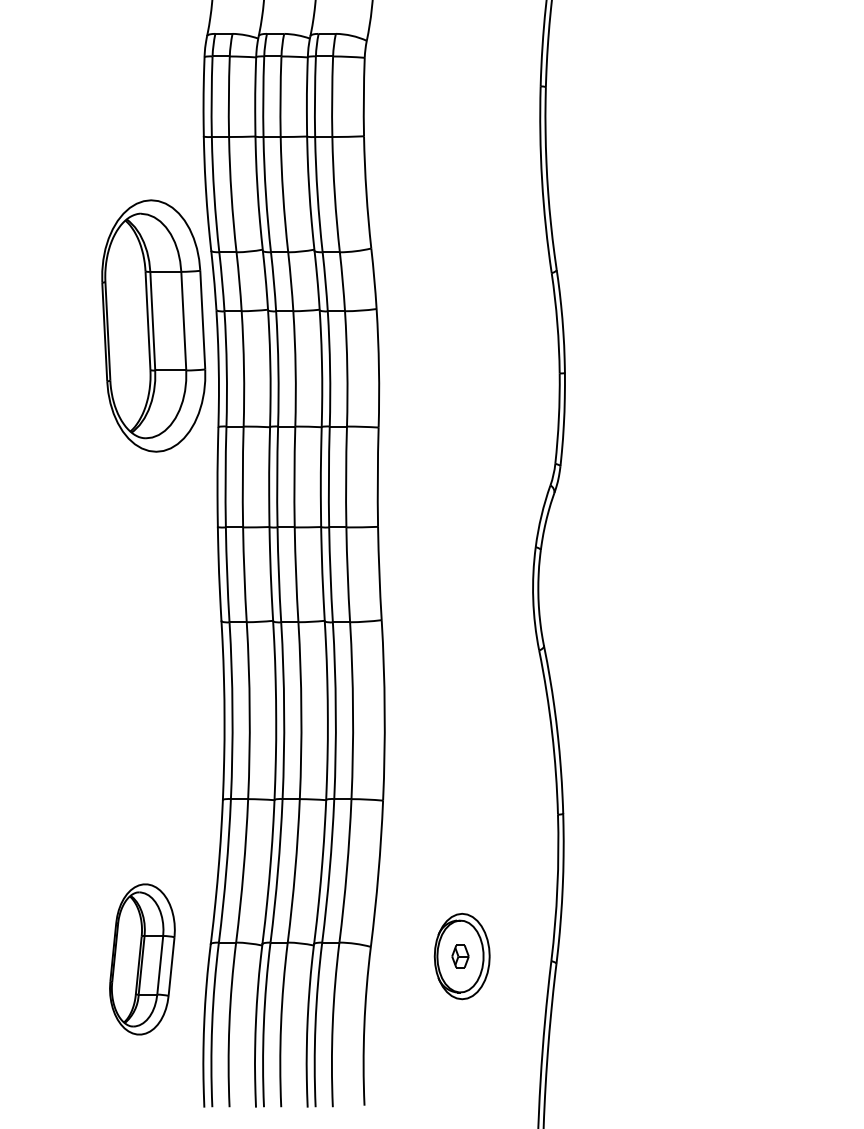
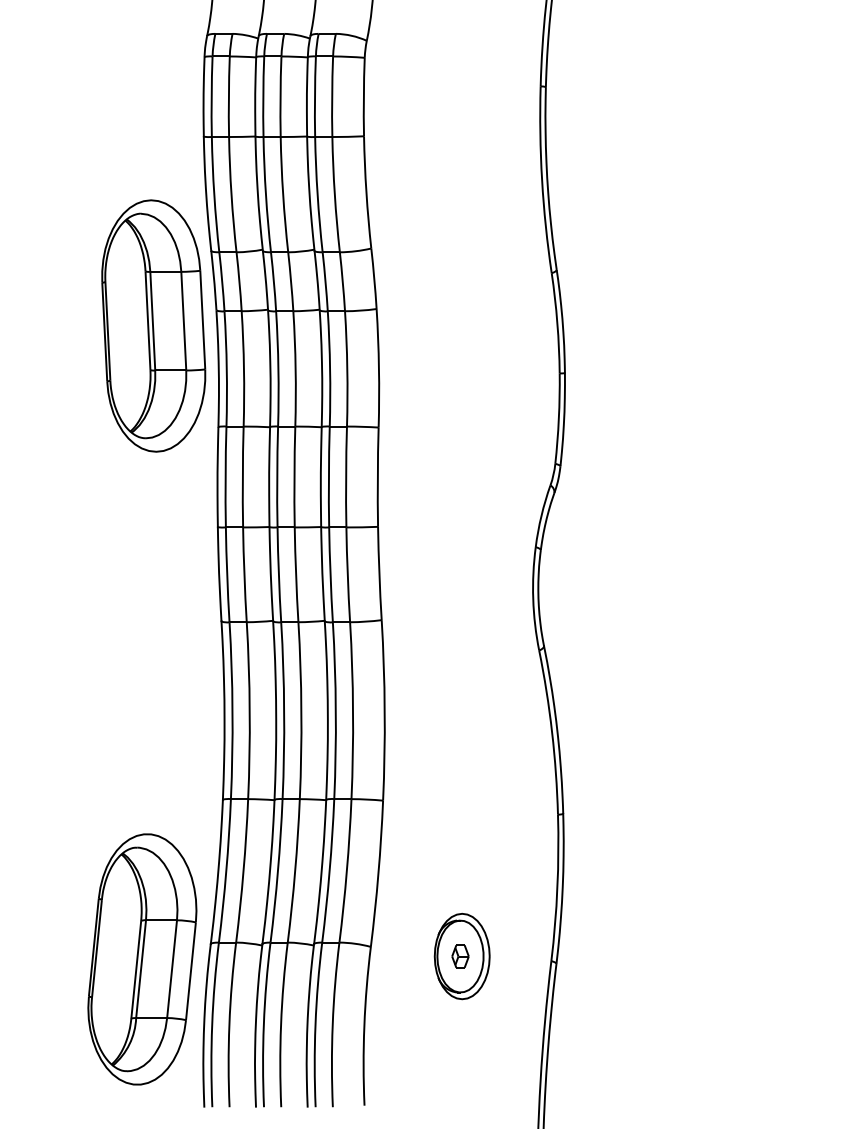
part at (142, 959) size: 67x153 px -> 111x253 px
